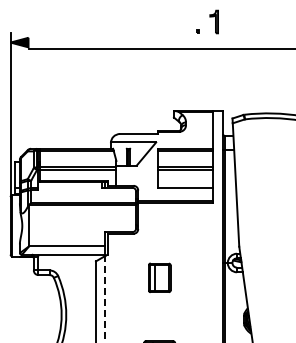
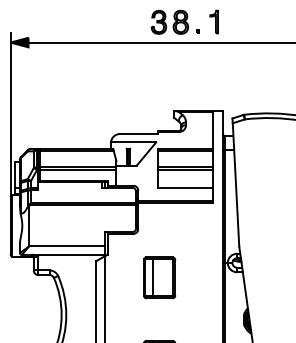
part at (169, 21): none -> present
line at (160, 48) position: (160, 48) -> (160, 42)
part at (159, 277) size: 24x31 px -> 34x44 px
line at (105, 298): dashed -> solid
